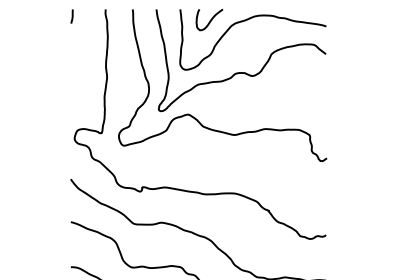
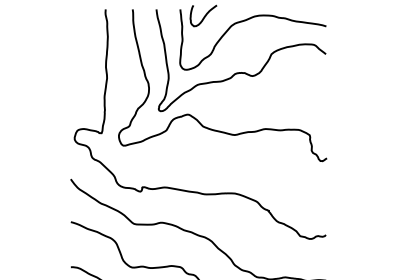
curve at (71, 16): present -> none
curve at (210, 19) position: (210, 19) -> (204, 15)
